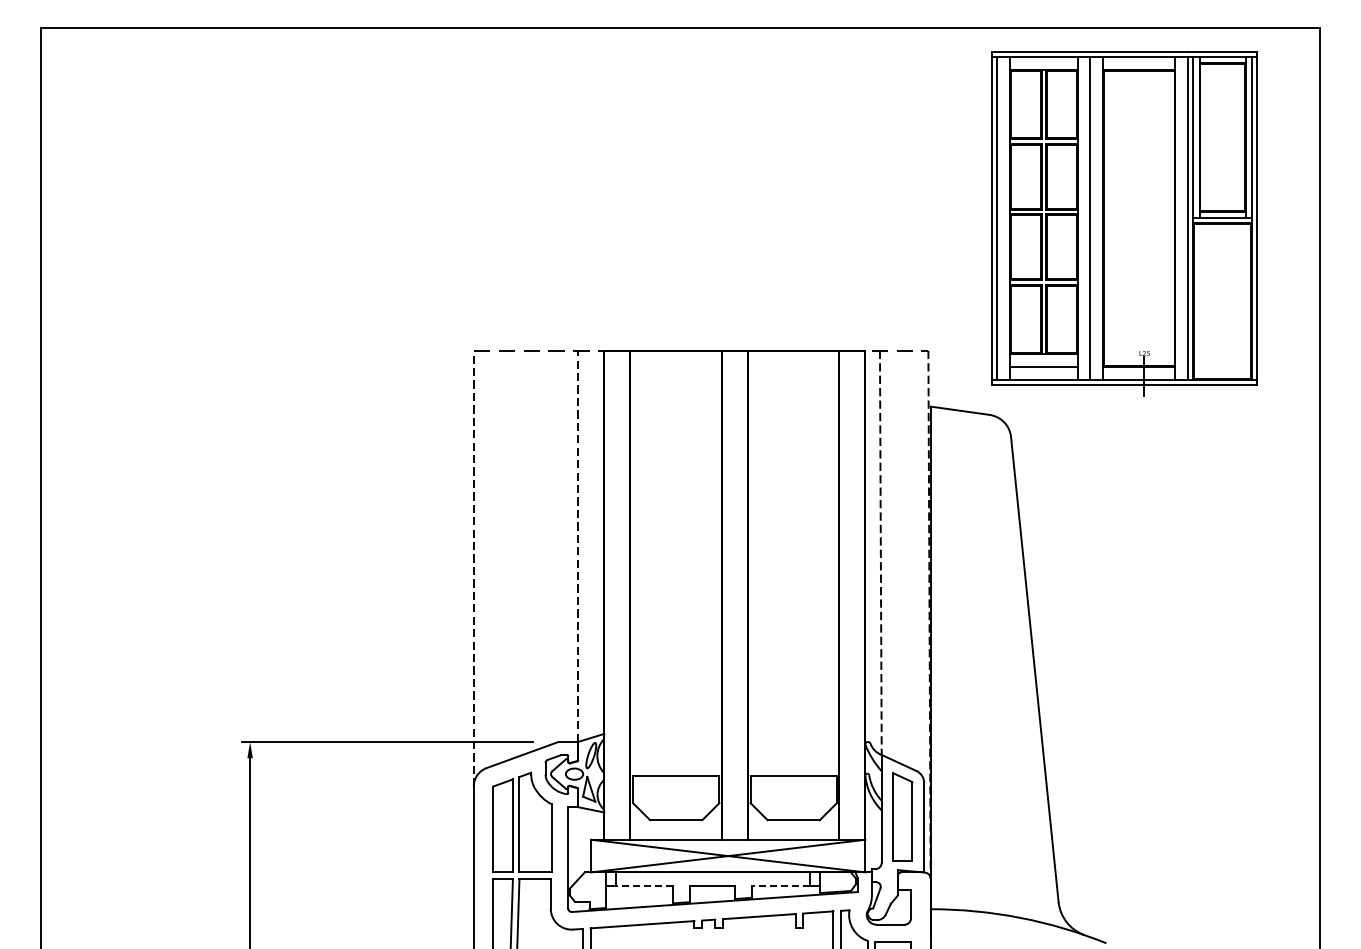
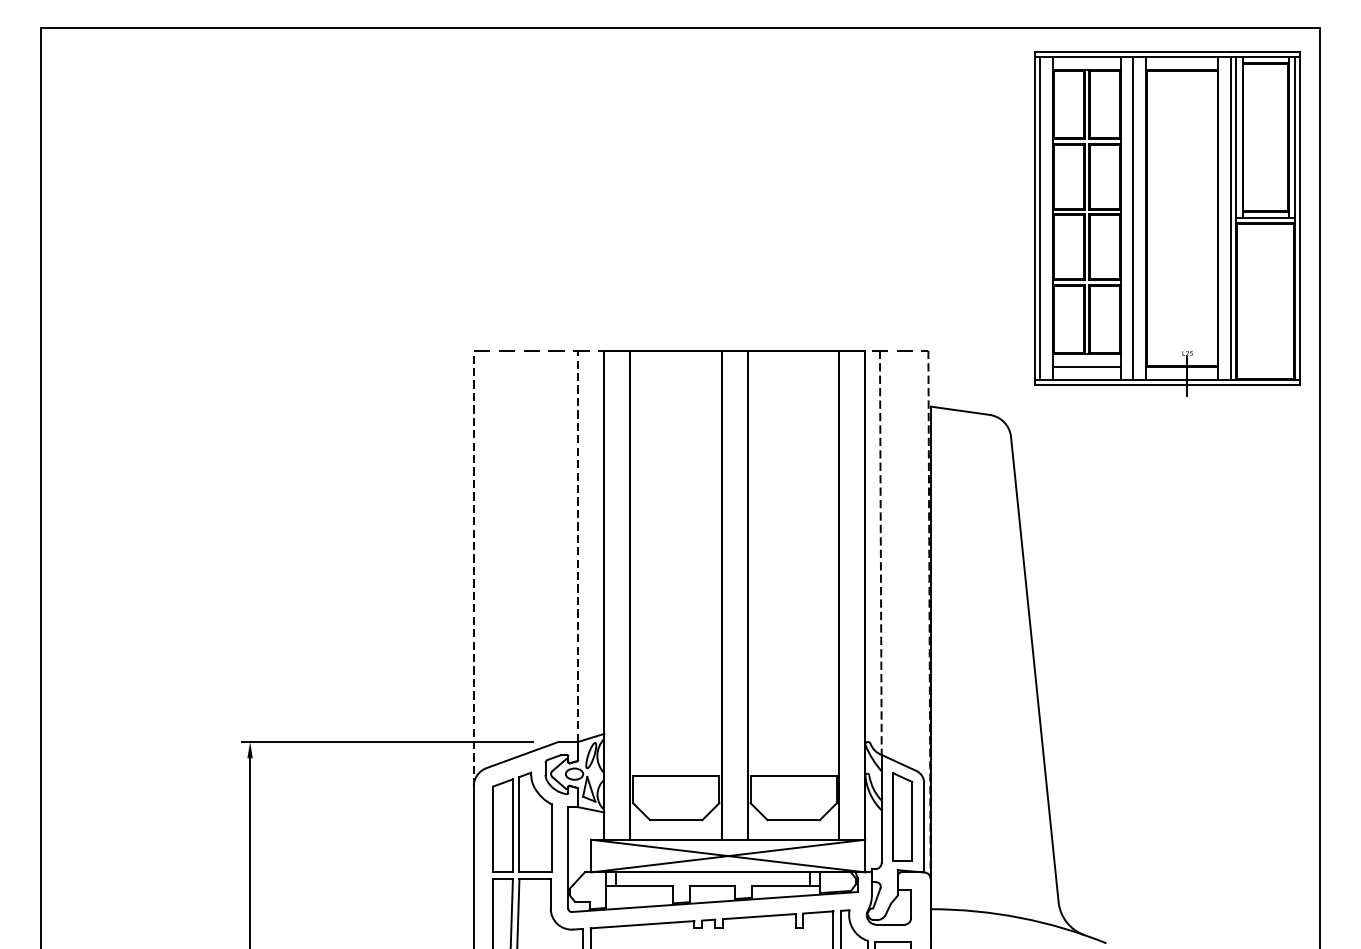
part at (1124, 223) position: (1124, 223) -> (1167, 223)
line at (644, 885): dashed -> solid
line at (780, 885): dashed -> solid
